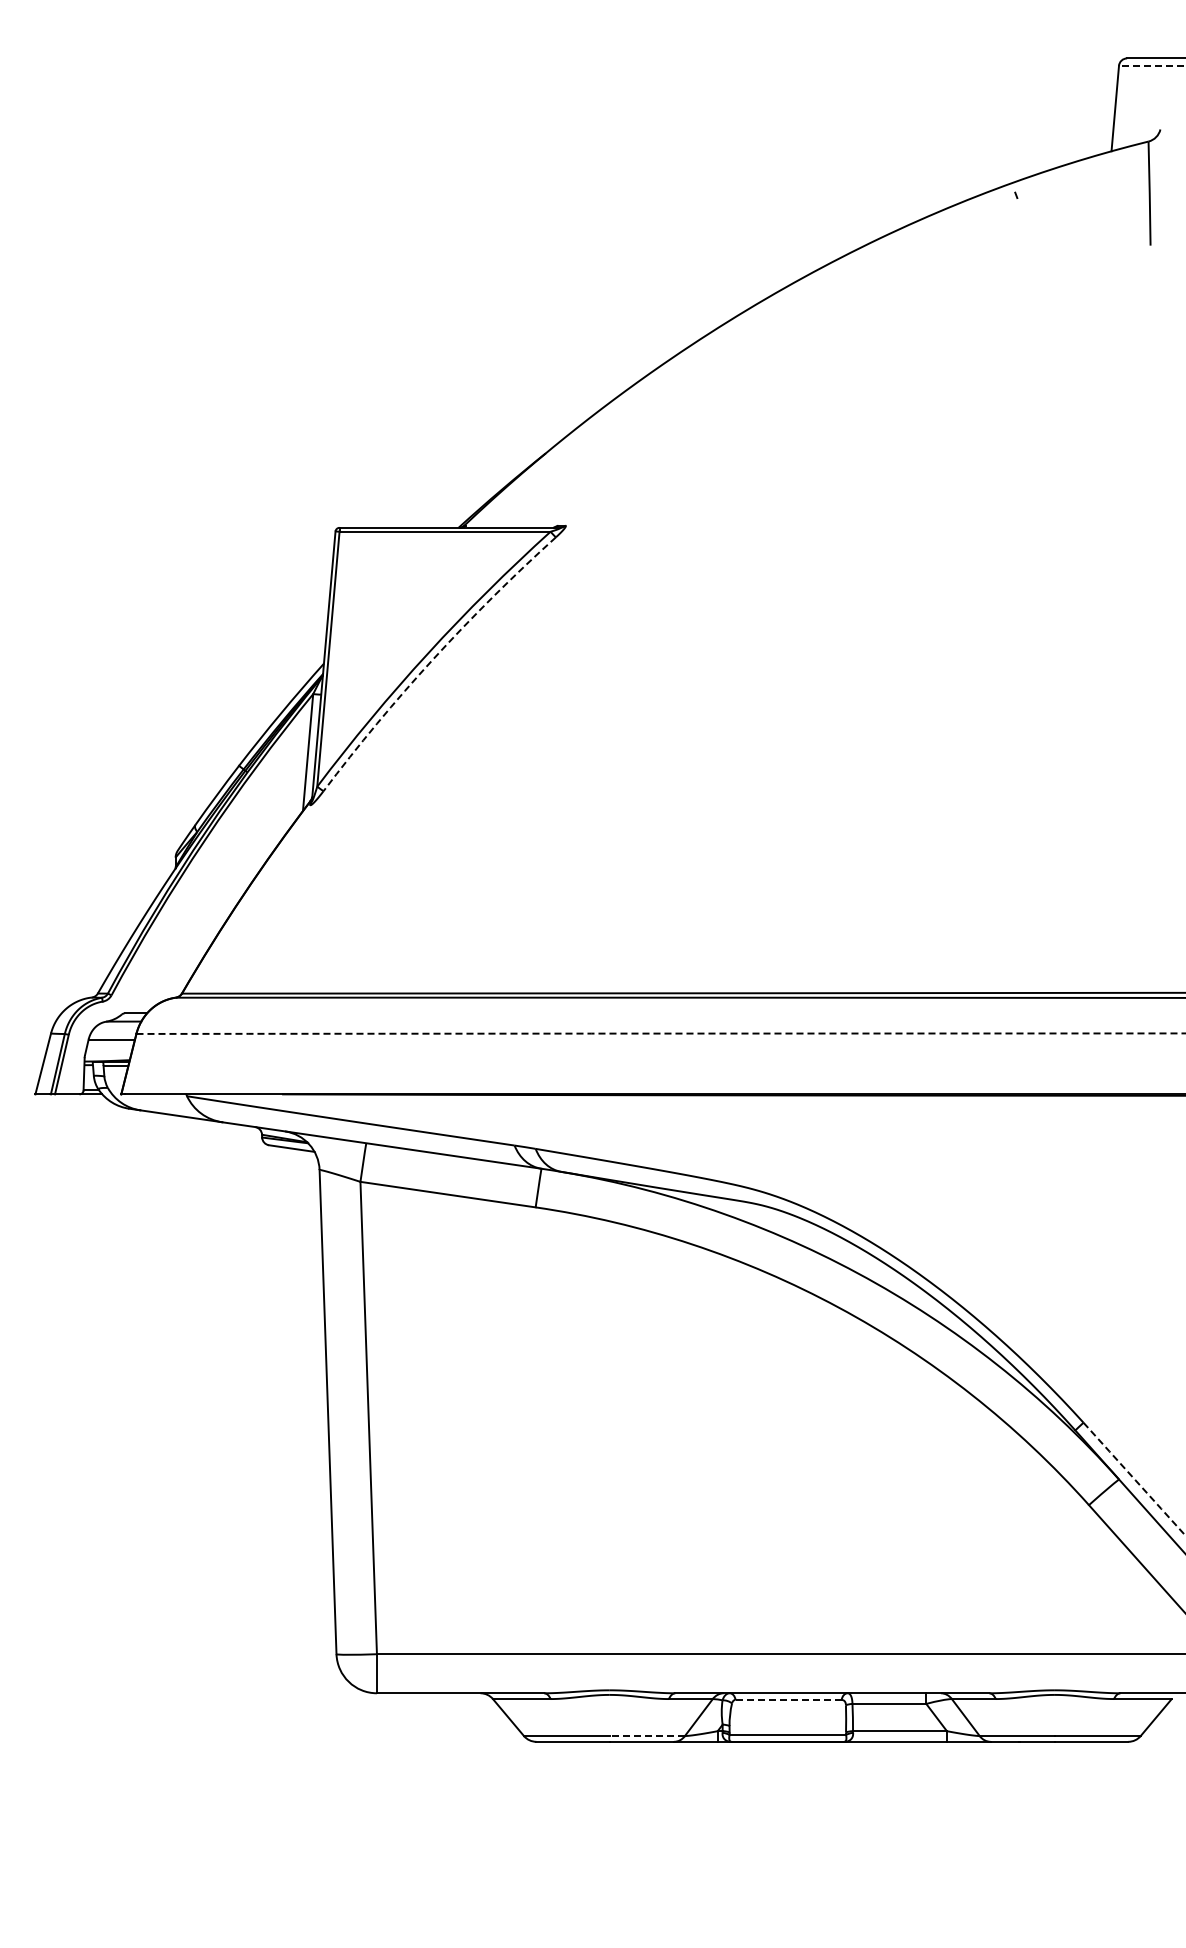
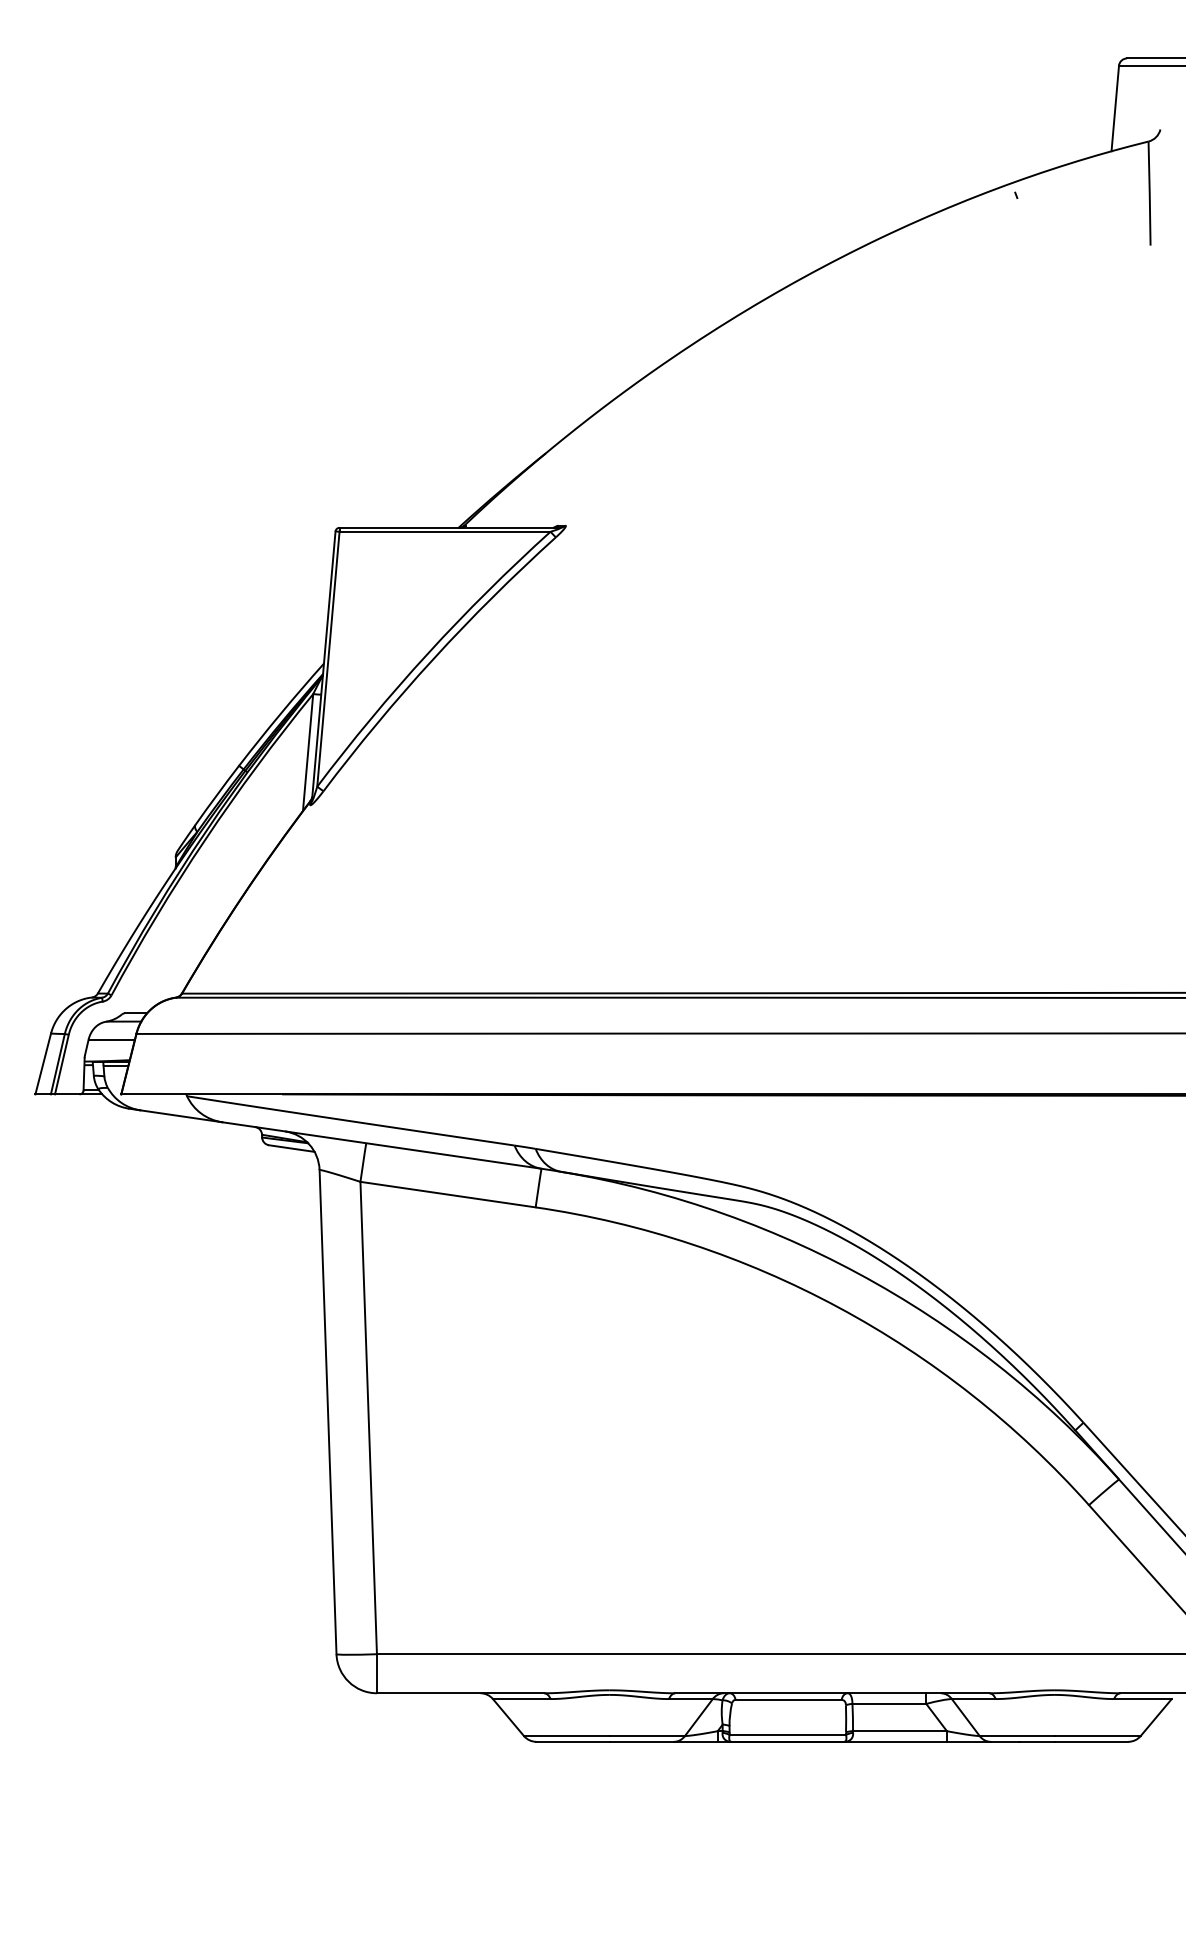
line at (1151, 65): dashed -> solid
arc at (433, 658): dashed -> solid
line at (659, 1033): dashed -> solid
arc at (1134, 1479): dashed -> solid
line at (789, 1699): dashed -> solid
line at (647, 1736): dashed -> solid
